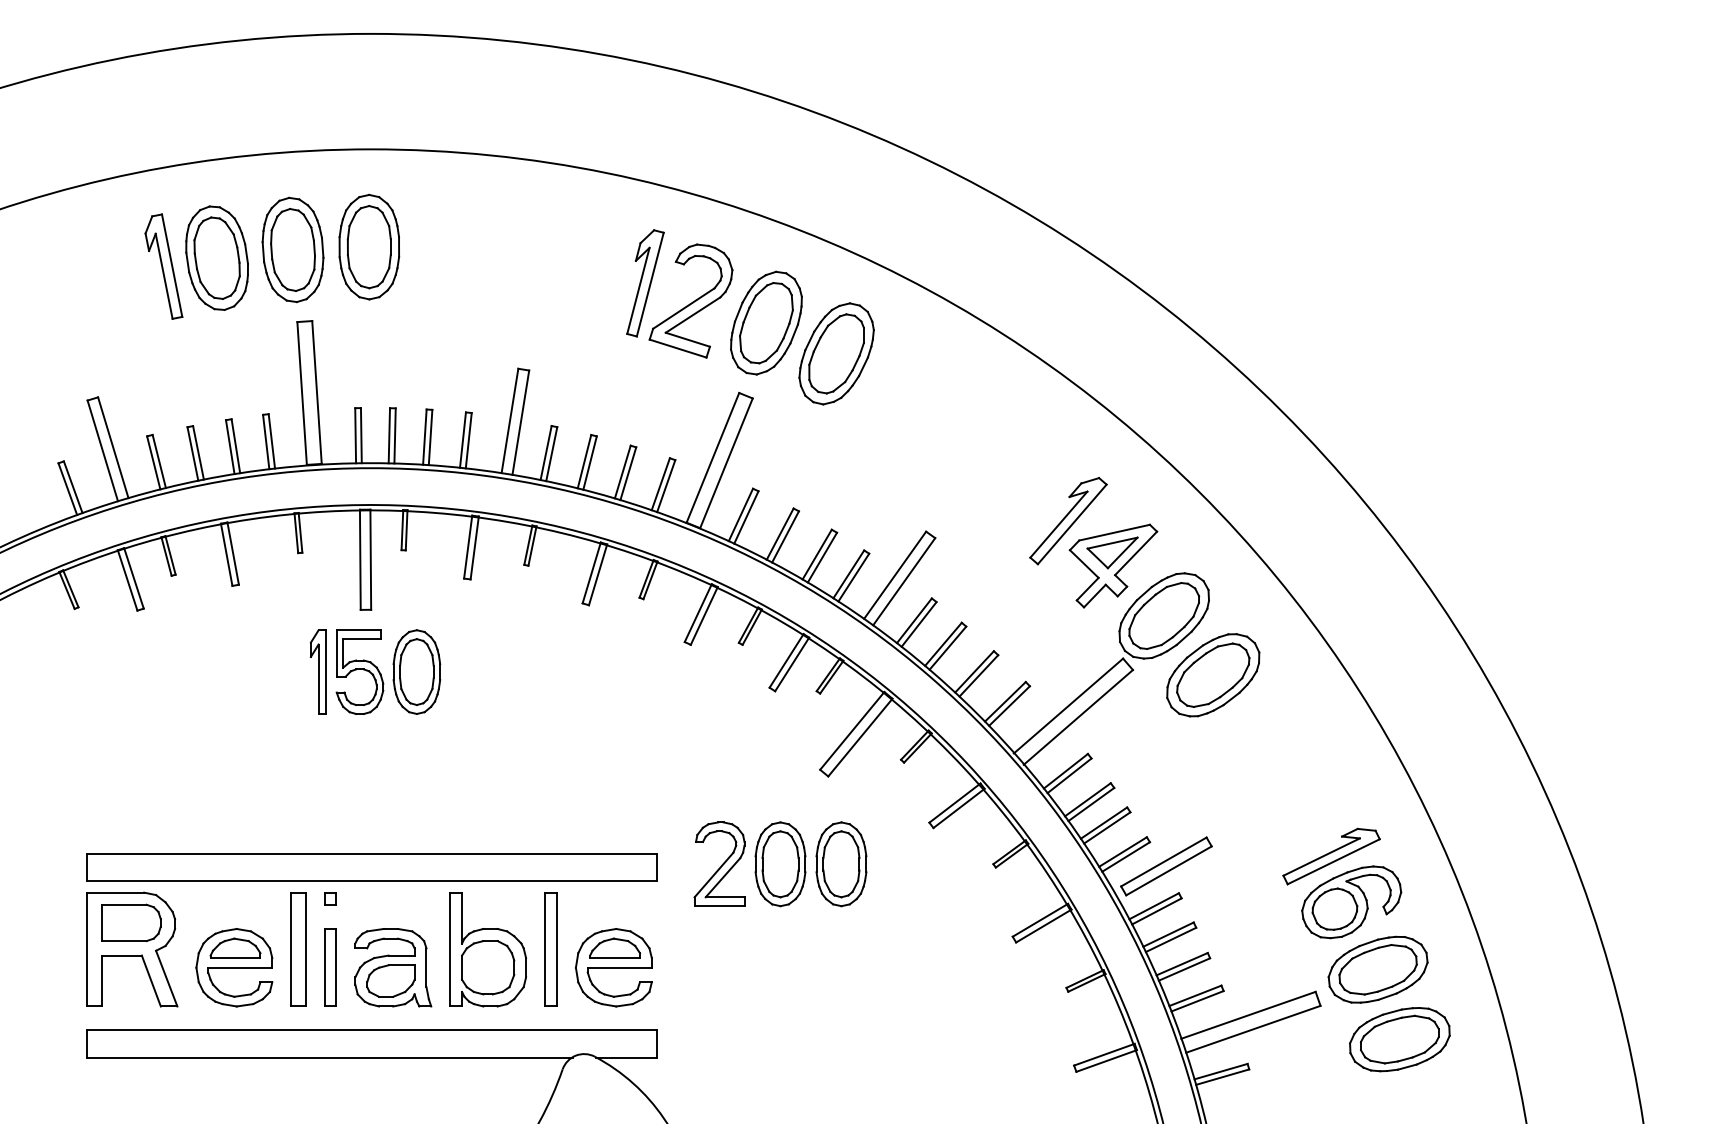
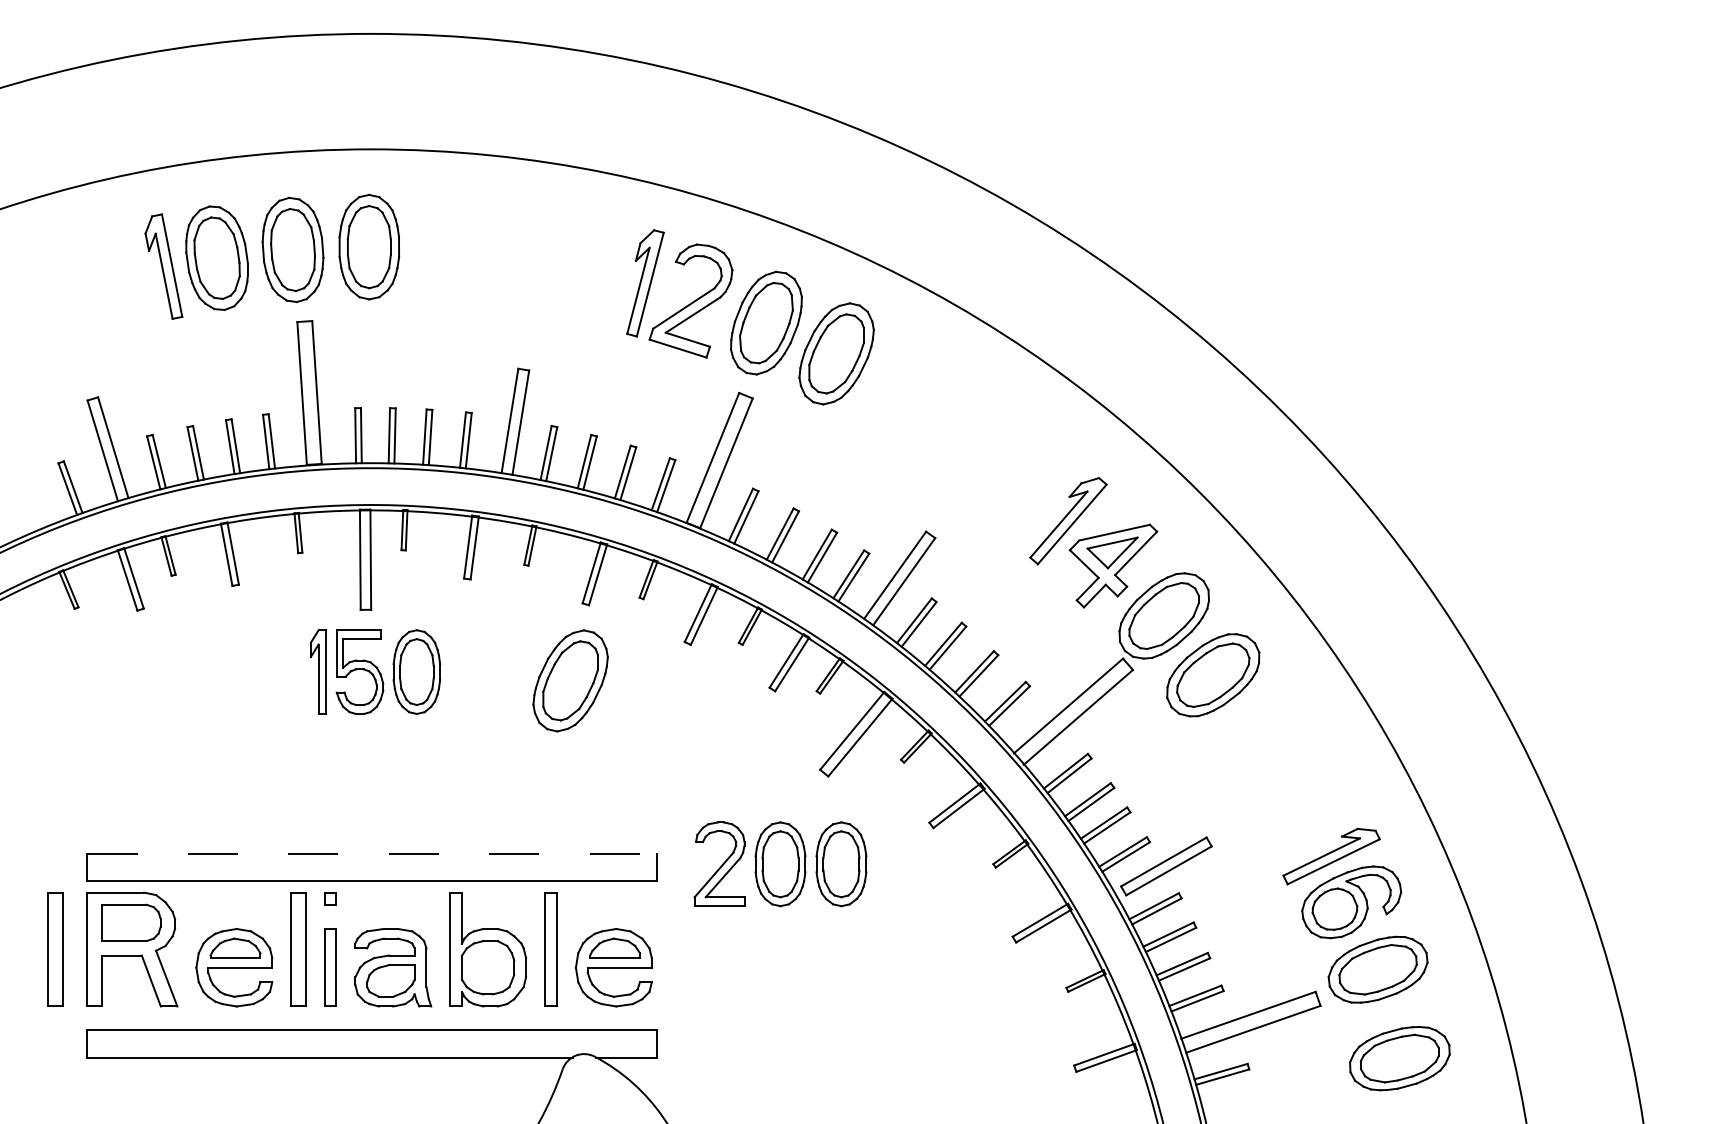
part at (570, 680): none -> present
line at (372, 853): solid -> dashed
part at (55, 949): none -> present
part at (1399, 1039) position: (1399, 1039) -> (1399, 1058)
